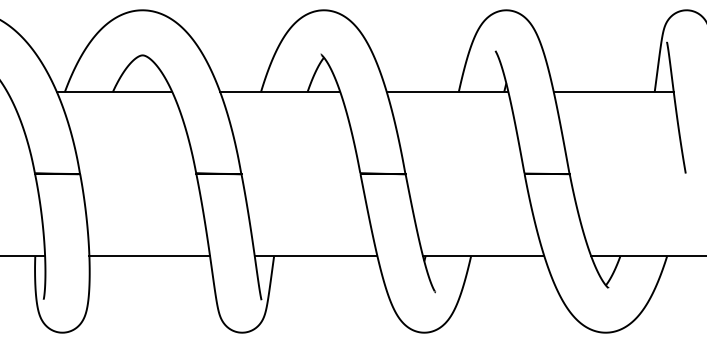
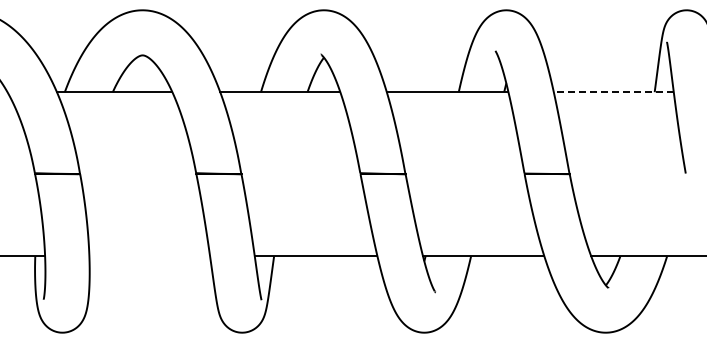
line at (613, 92): solid -> dashed
line at (149, 256): present -> none
